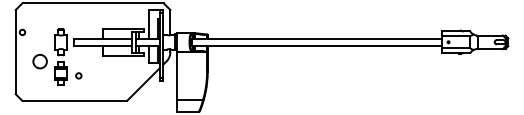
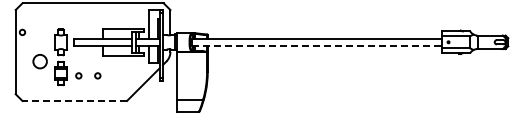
line at (316, 45): solid -> dashed
circle at (97, 75): none -> present
line at (74, 101): solid -> dashed
